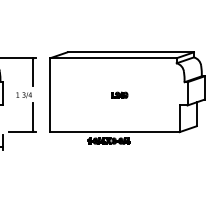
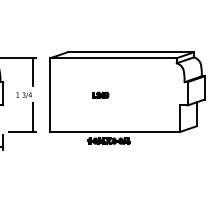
part at (119, 94) position: (119, 94) -> (100, 94)
